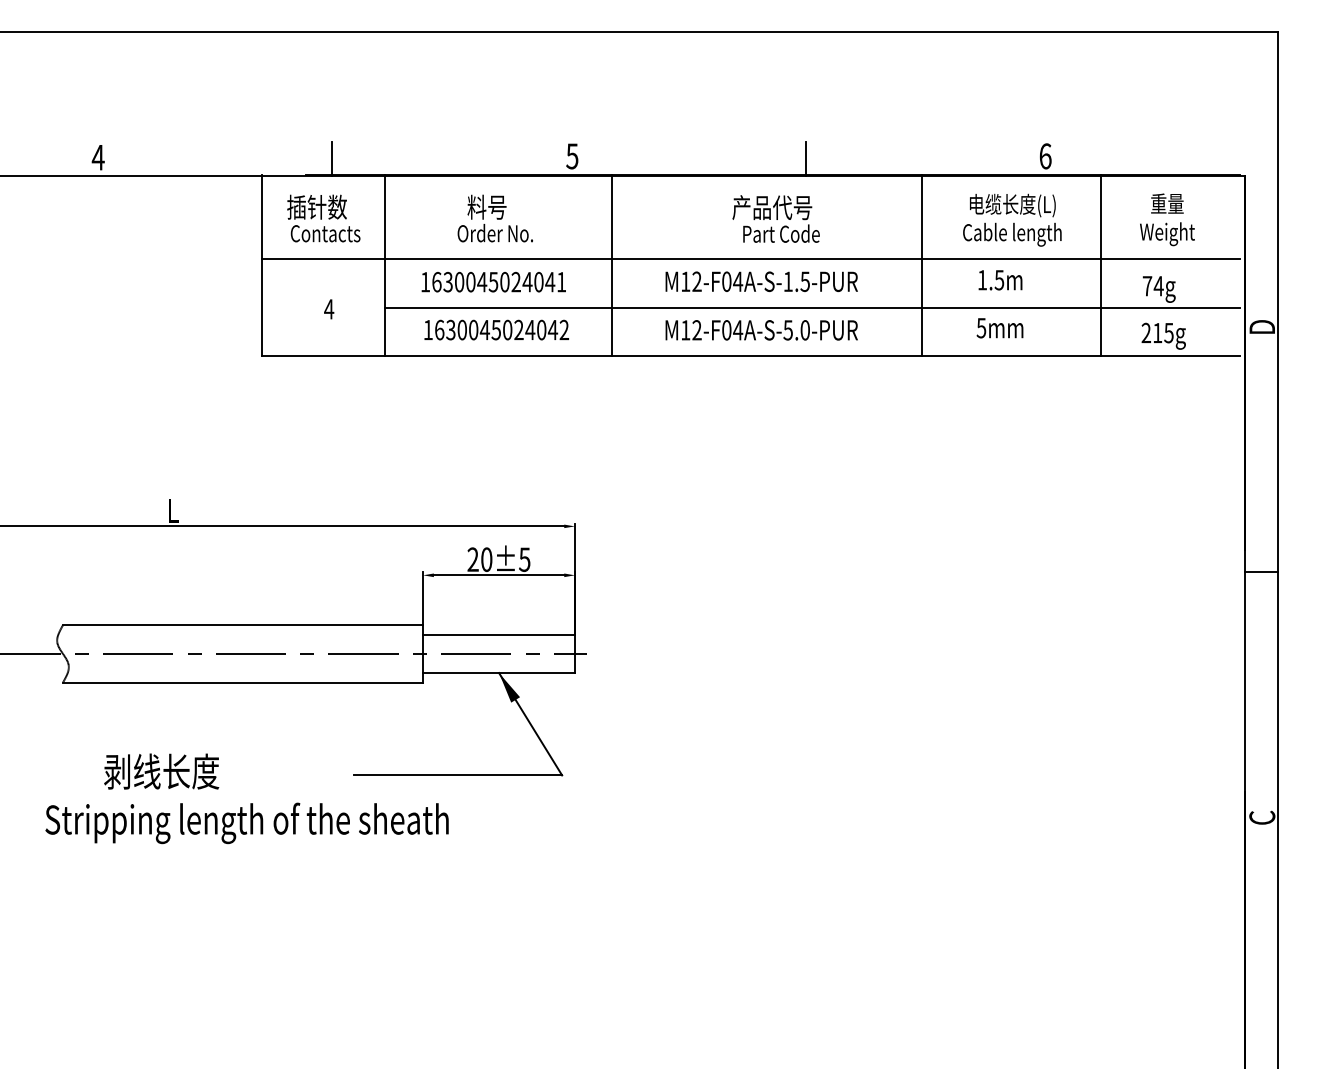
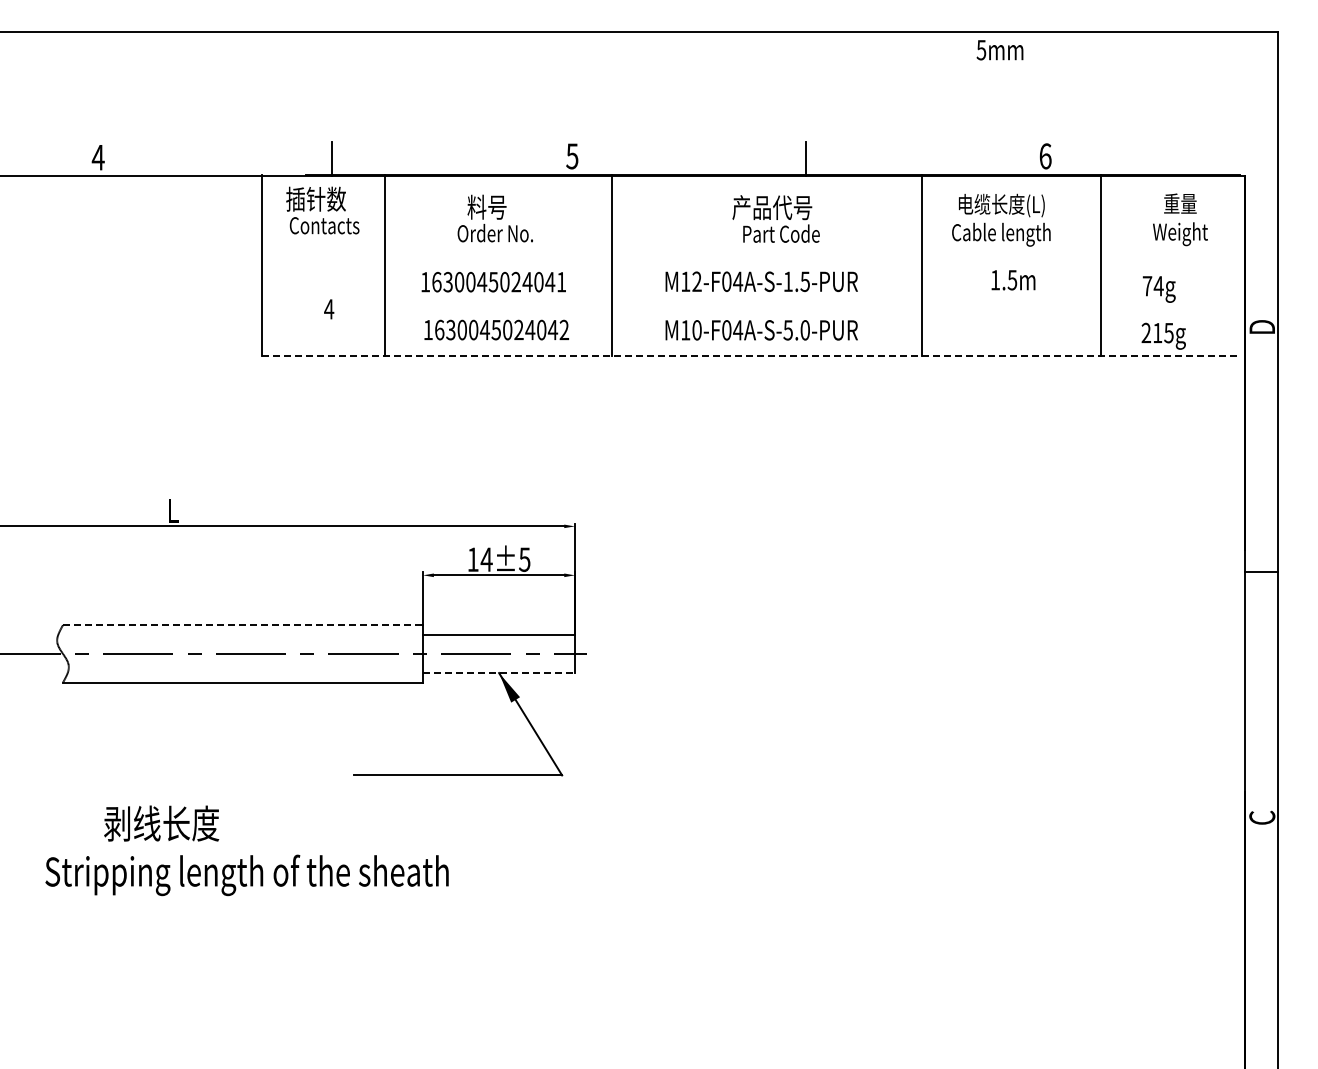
text at (323, 218) position: (323, 218) -> (322, 210)
text at (1012, 219) position: (1012, 219) -> (1001, 219)
text at (1167, 219) position: (1167, 219) -> (1180, 219)
line at (751, 259): present -> none
text at (1000, 280) position: (1000, 280) -> (1013, 280)
line at (812, 307): present -> none
text at (999, 328) position: (999, 328) -> (999, 50)
text at (696, 330): M12-F04A-S-5.0-PUR -> M10-F04A-S-5.0-PUR
line at (751, 356): solid -> dashed
text at (479, 559): 20±5 -> 14±5
line at (243, 625): solid -> dashed
line at (499, 673): solid -> dashed
text at (246, 798) position: (246, 798) -> (246, 850)
